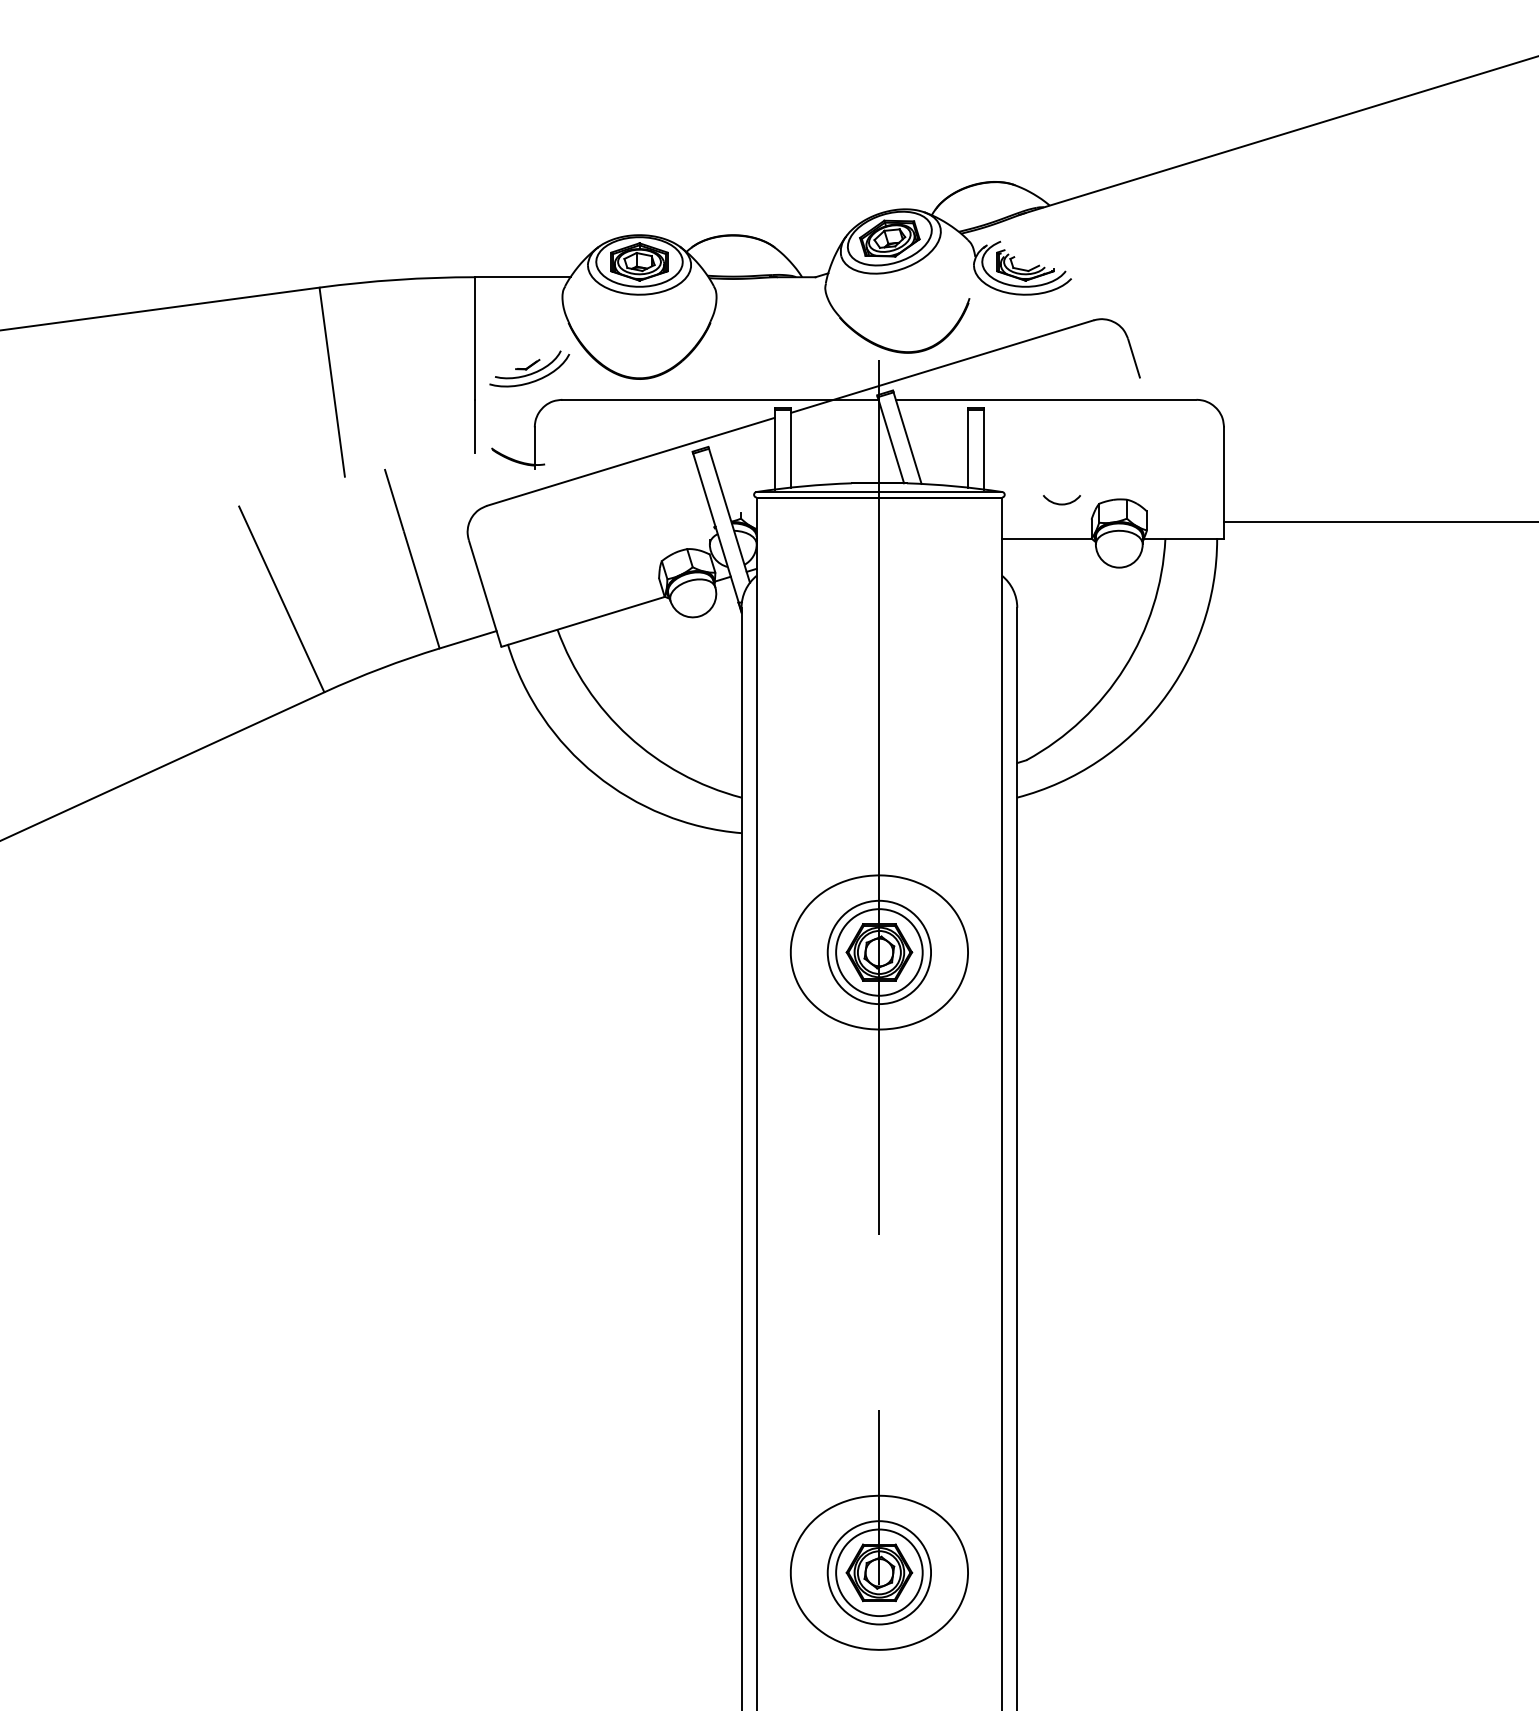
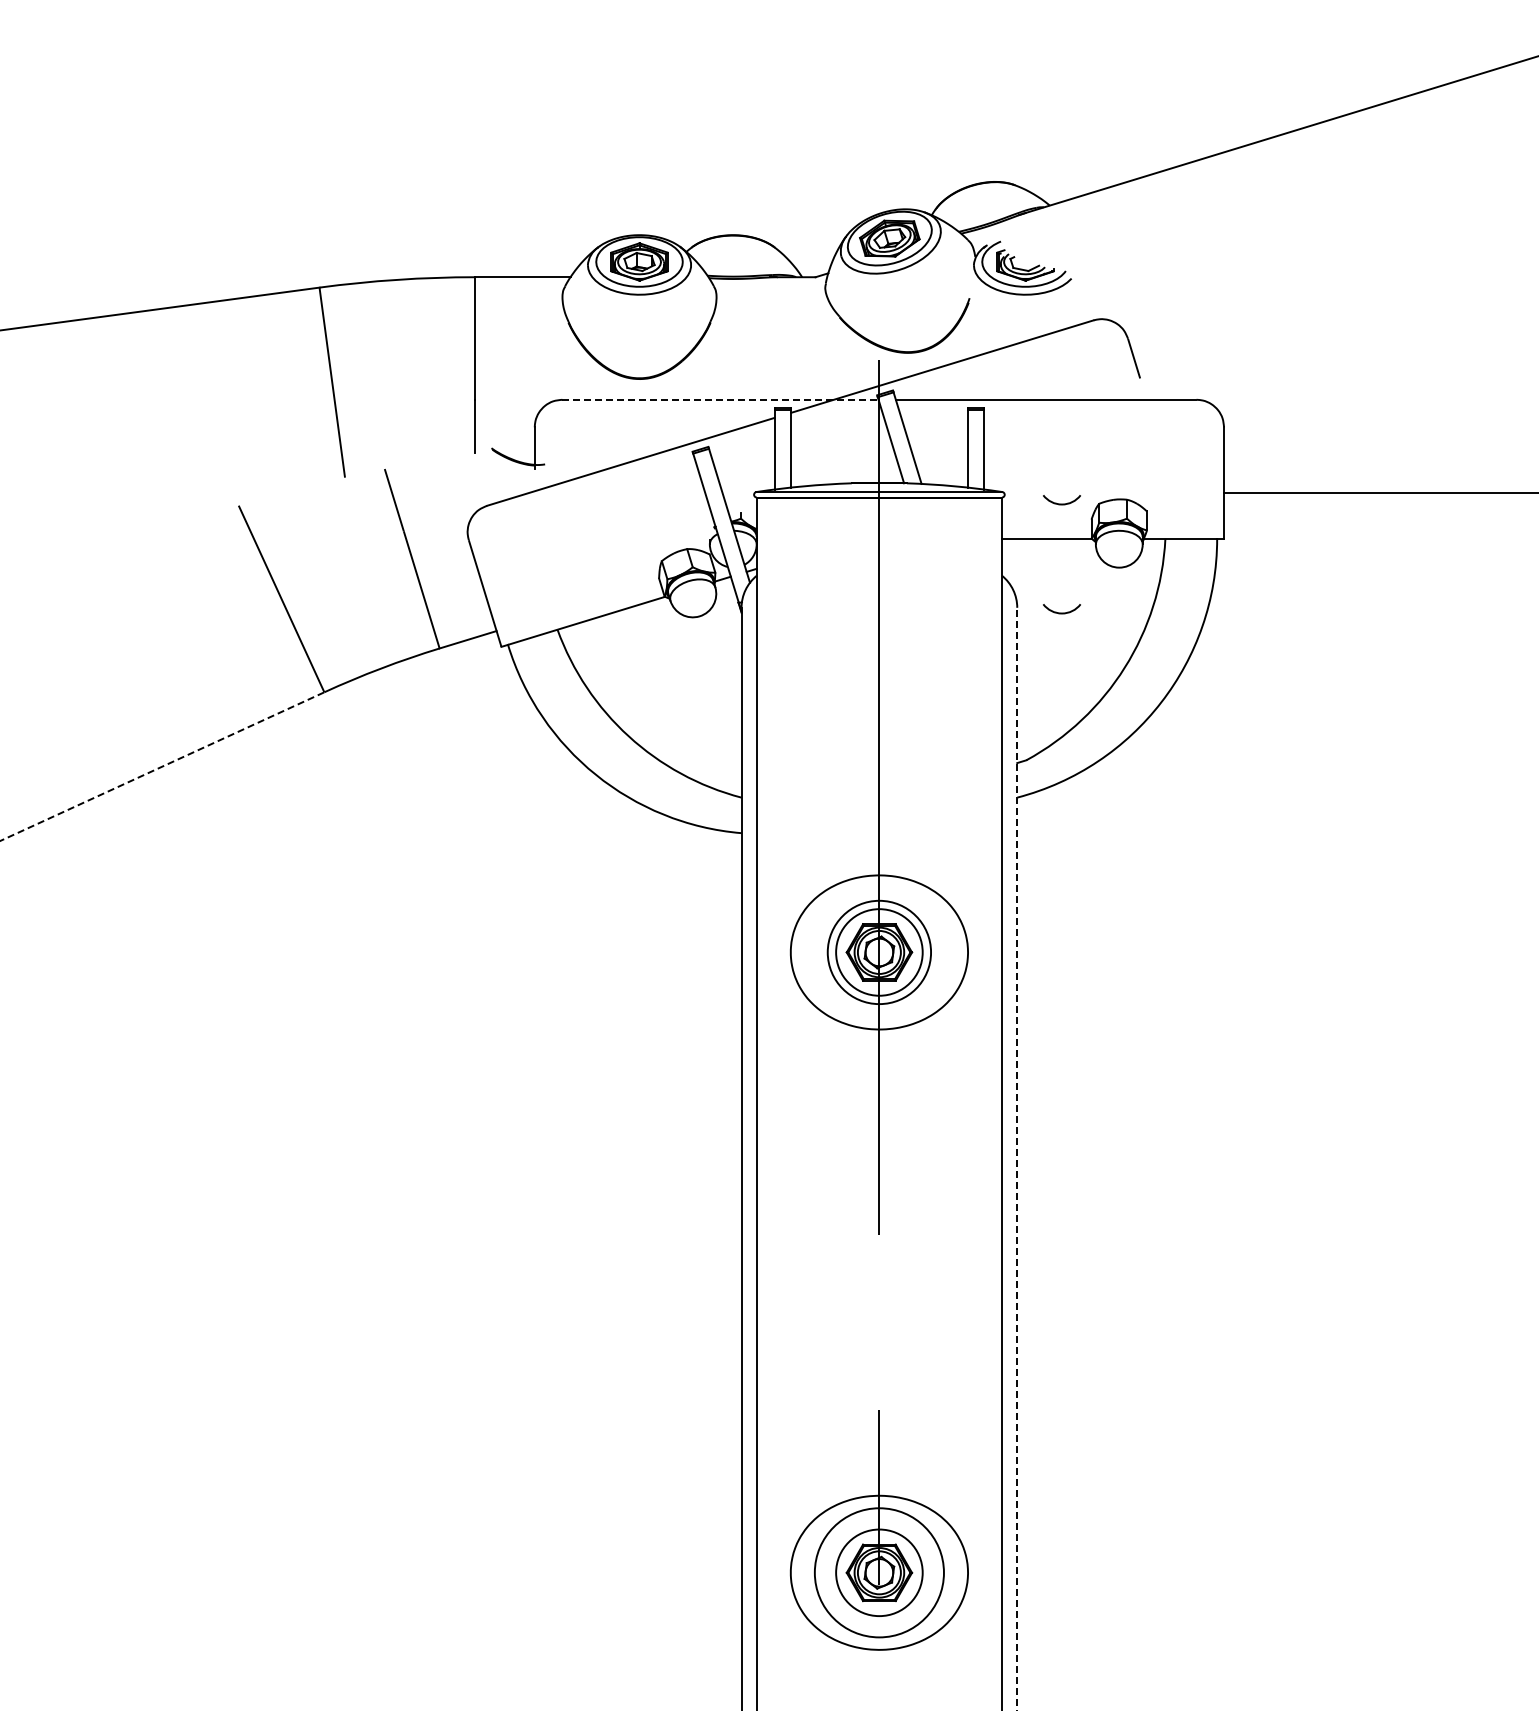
part at (529, 368): present -> none
line at (720, 399): solid -> dashed
line at (1379, 522) position: (1379, 522) -> (1379, 493)
arc at (1061, 612): none -> present
line at (162, 766): solid -> dashed
line at (1017, 1158): solid -> dashed
circle at (879, 1572) diameter: 103 px -> 129 px
